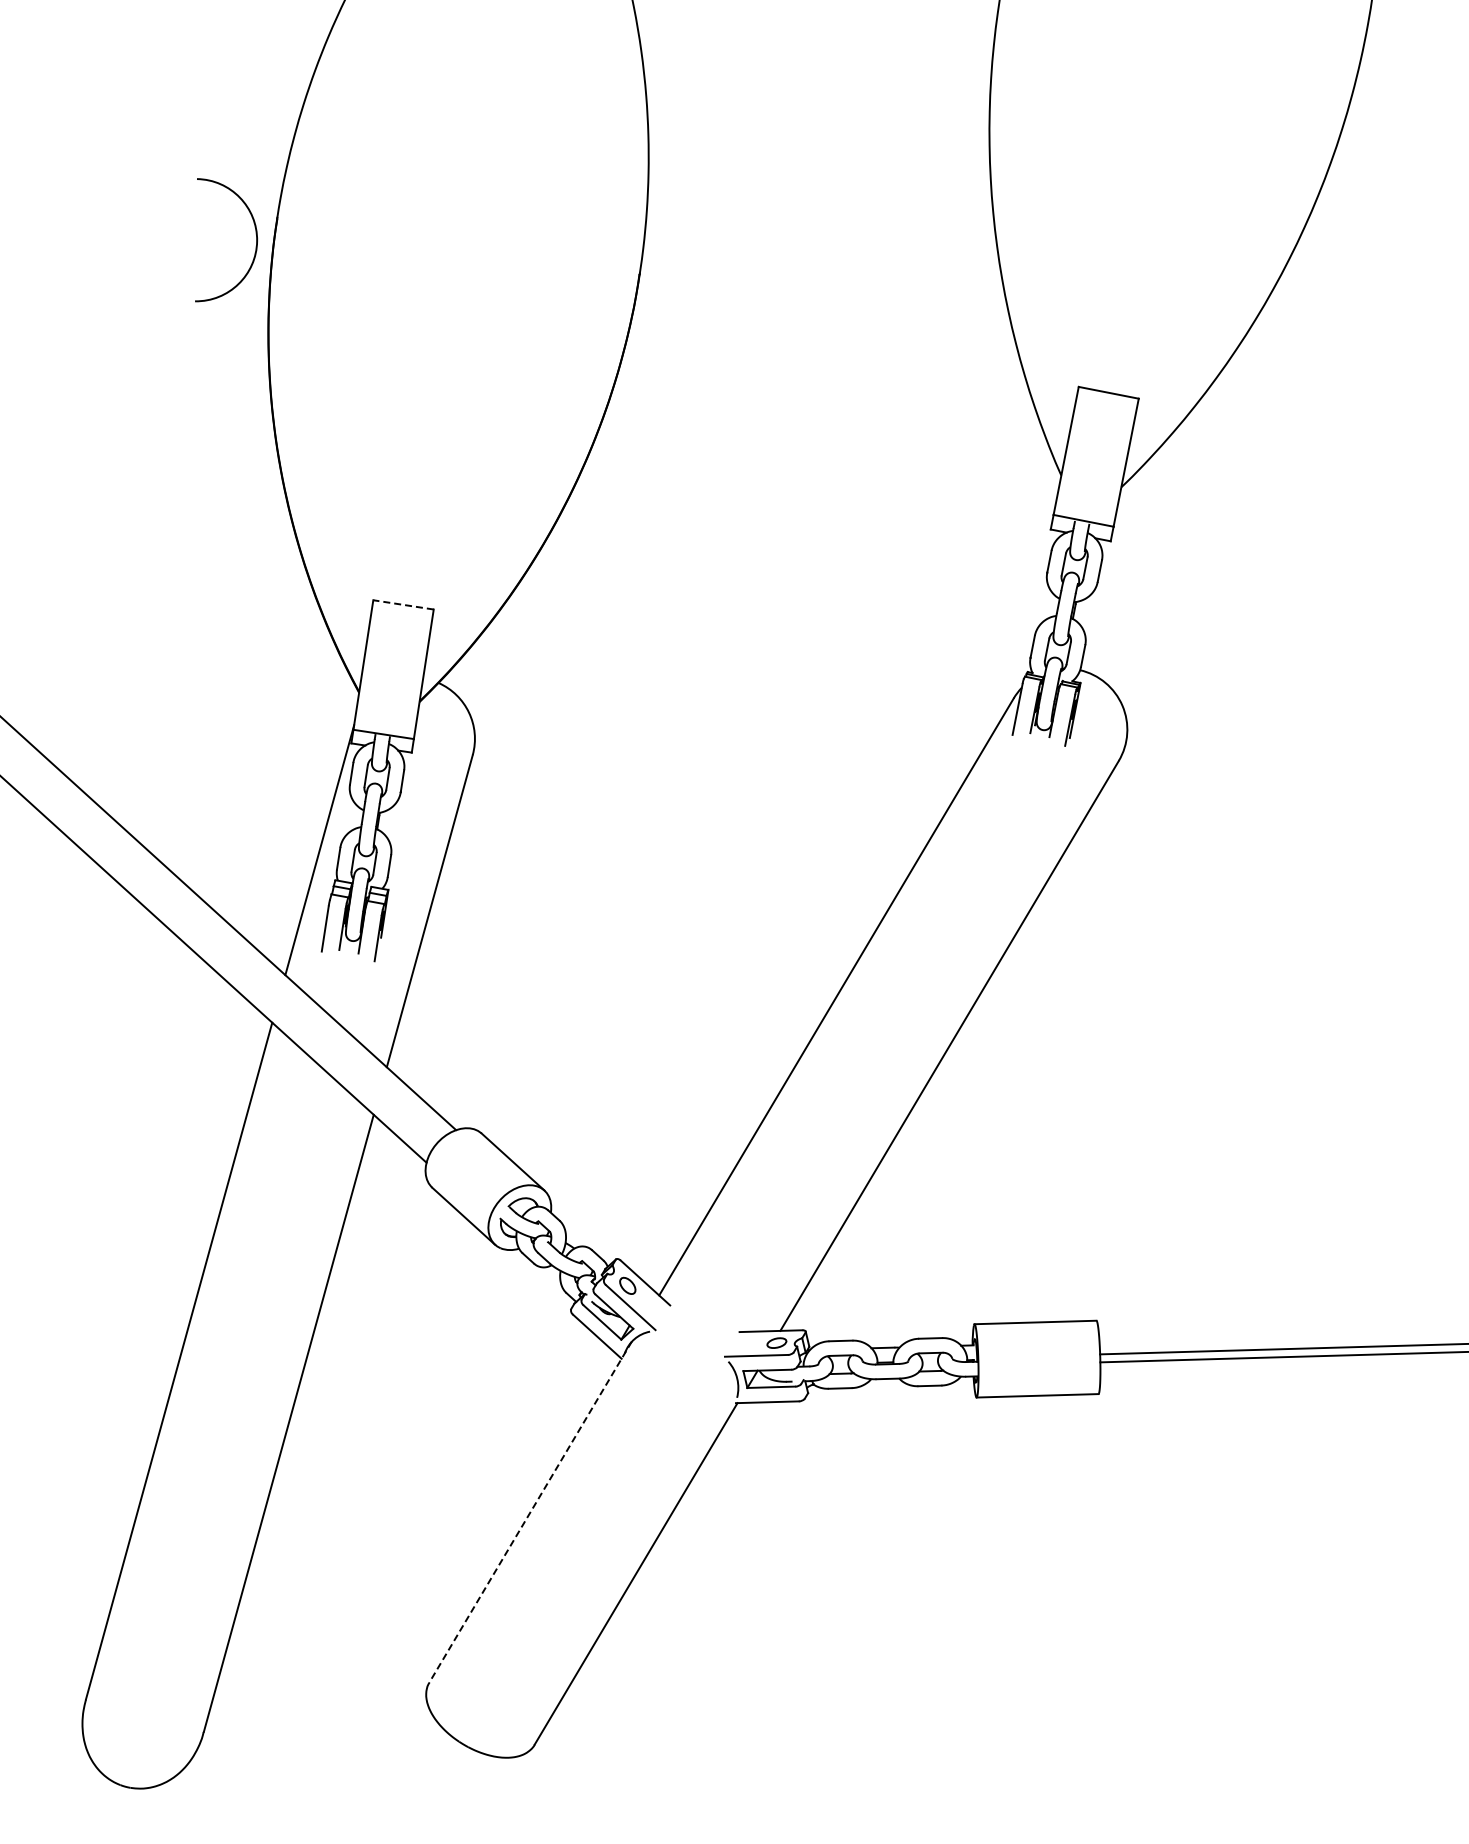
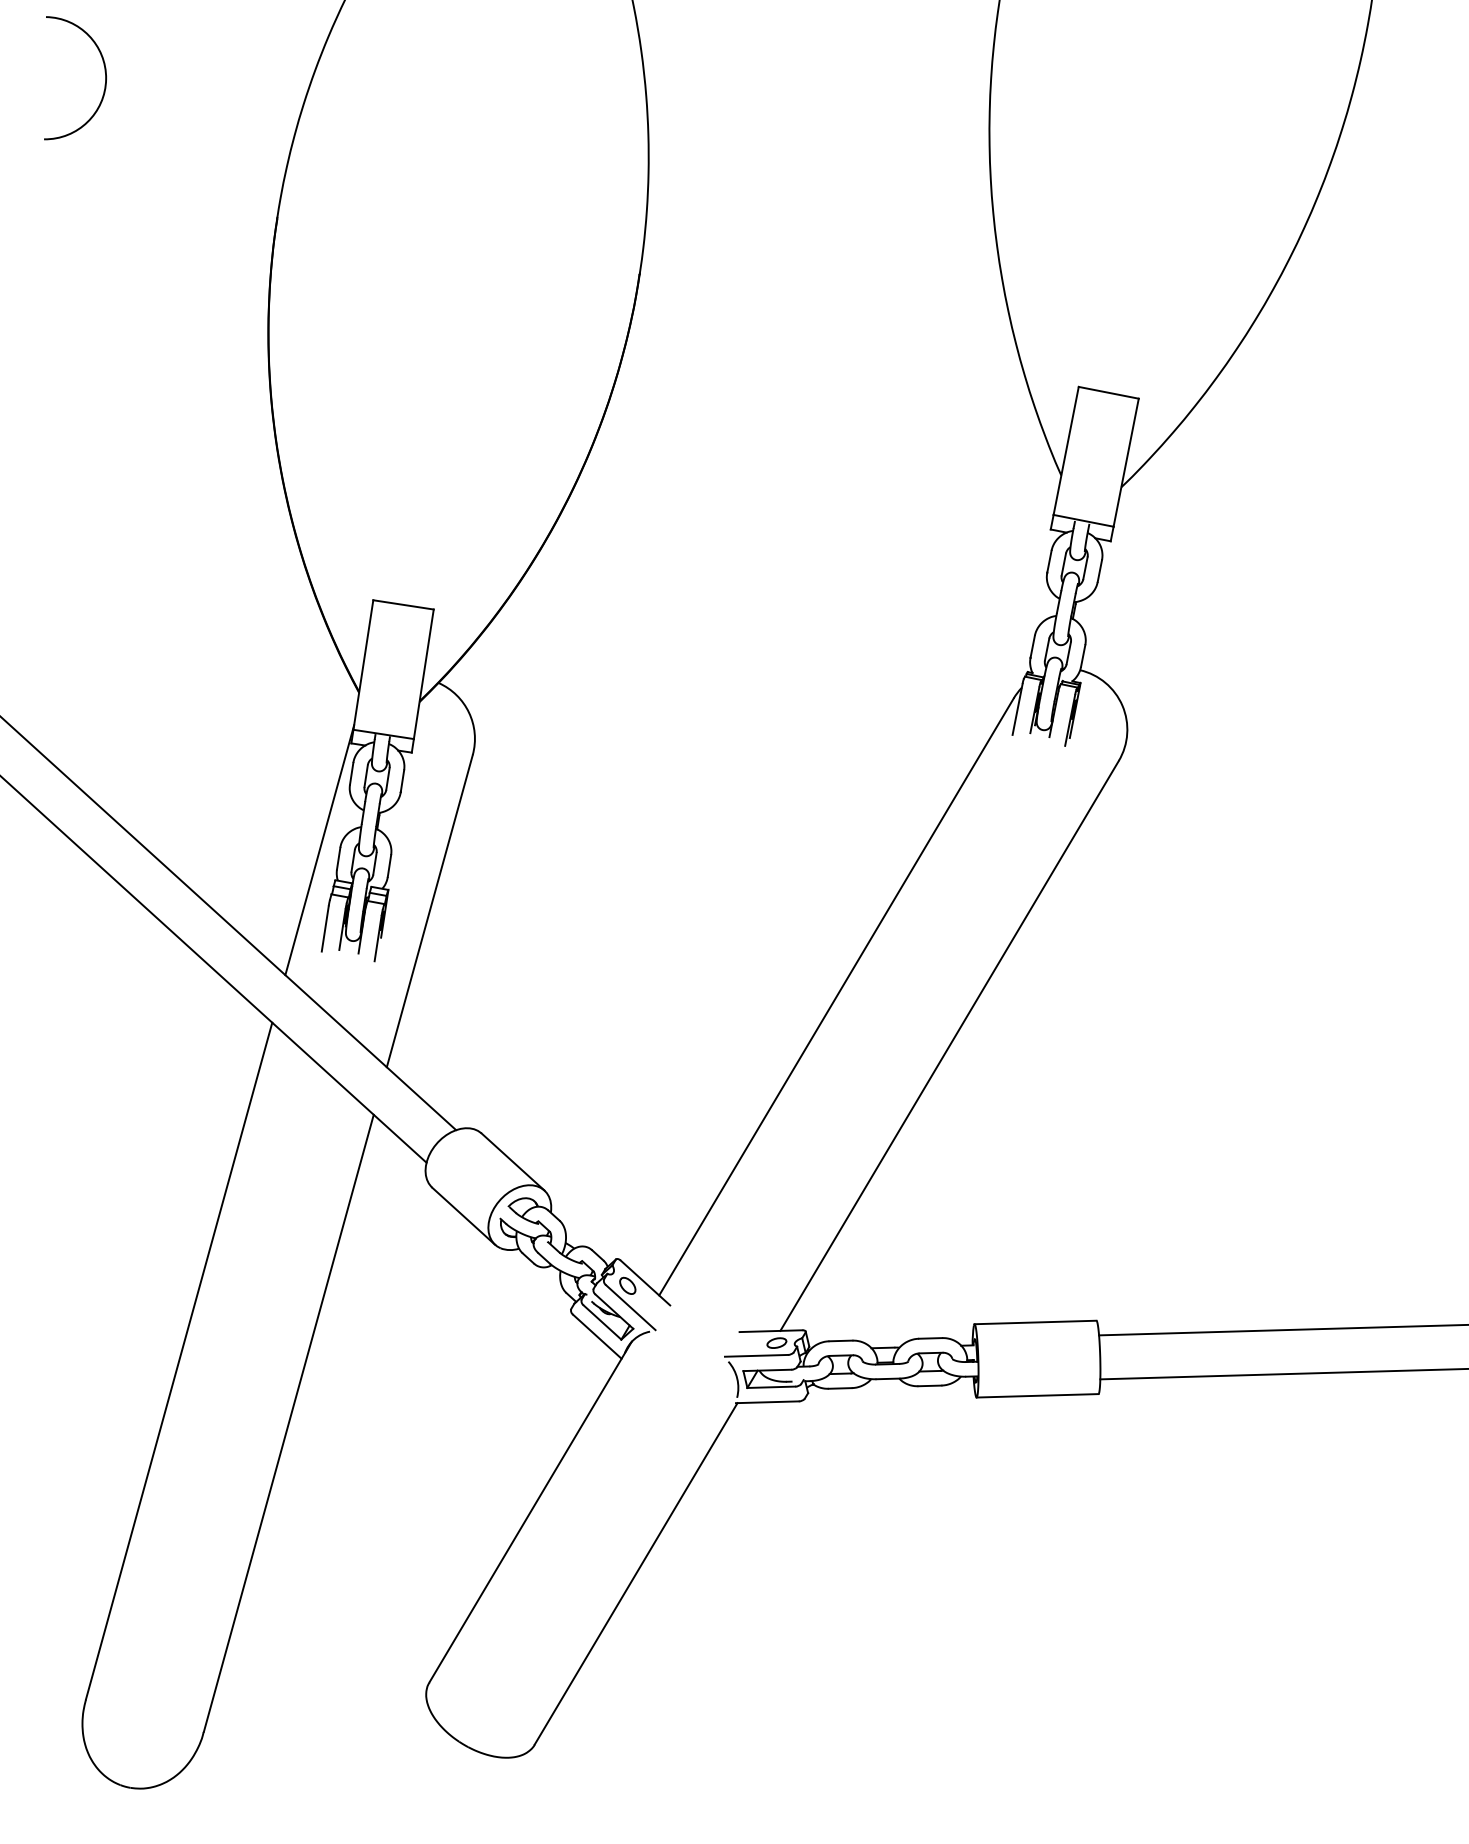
arc at (255, 246) position: (255, 246) -> (104, 84)
line at (403, 604): dashed -> solid
line at (1282, 1349) position: (1282, 1349) -> (1282, 1330)
line at (1282, 1357) position: (1282, 1357) -> (1282, 1374)
line at (530, 1511): dashed -> solid
